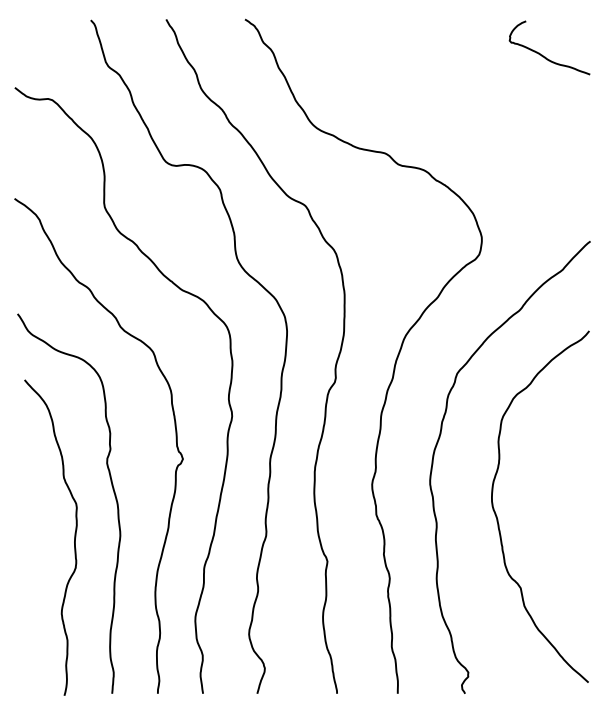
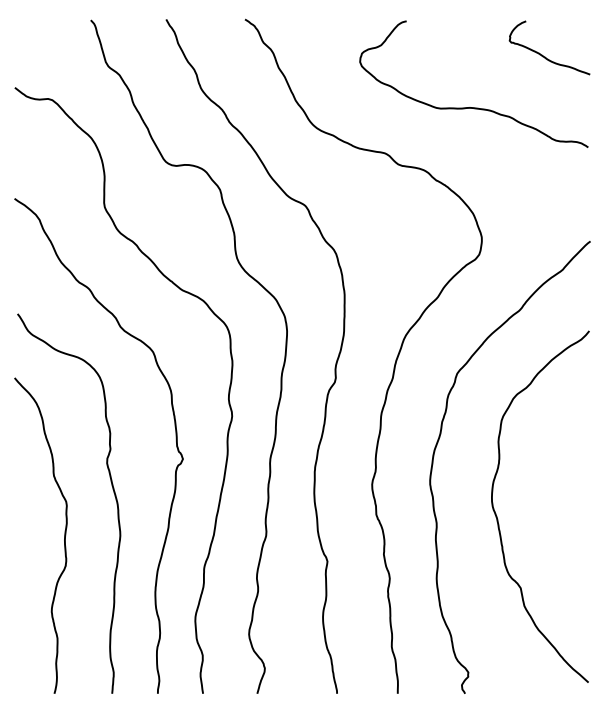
curve at (473, 107): none -> present
curve at (74, 537) position: (74, 537) -> (64, 535)
